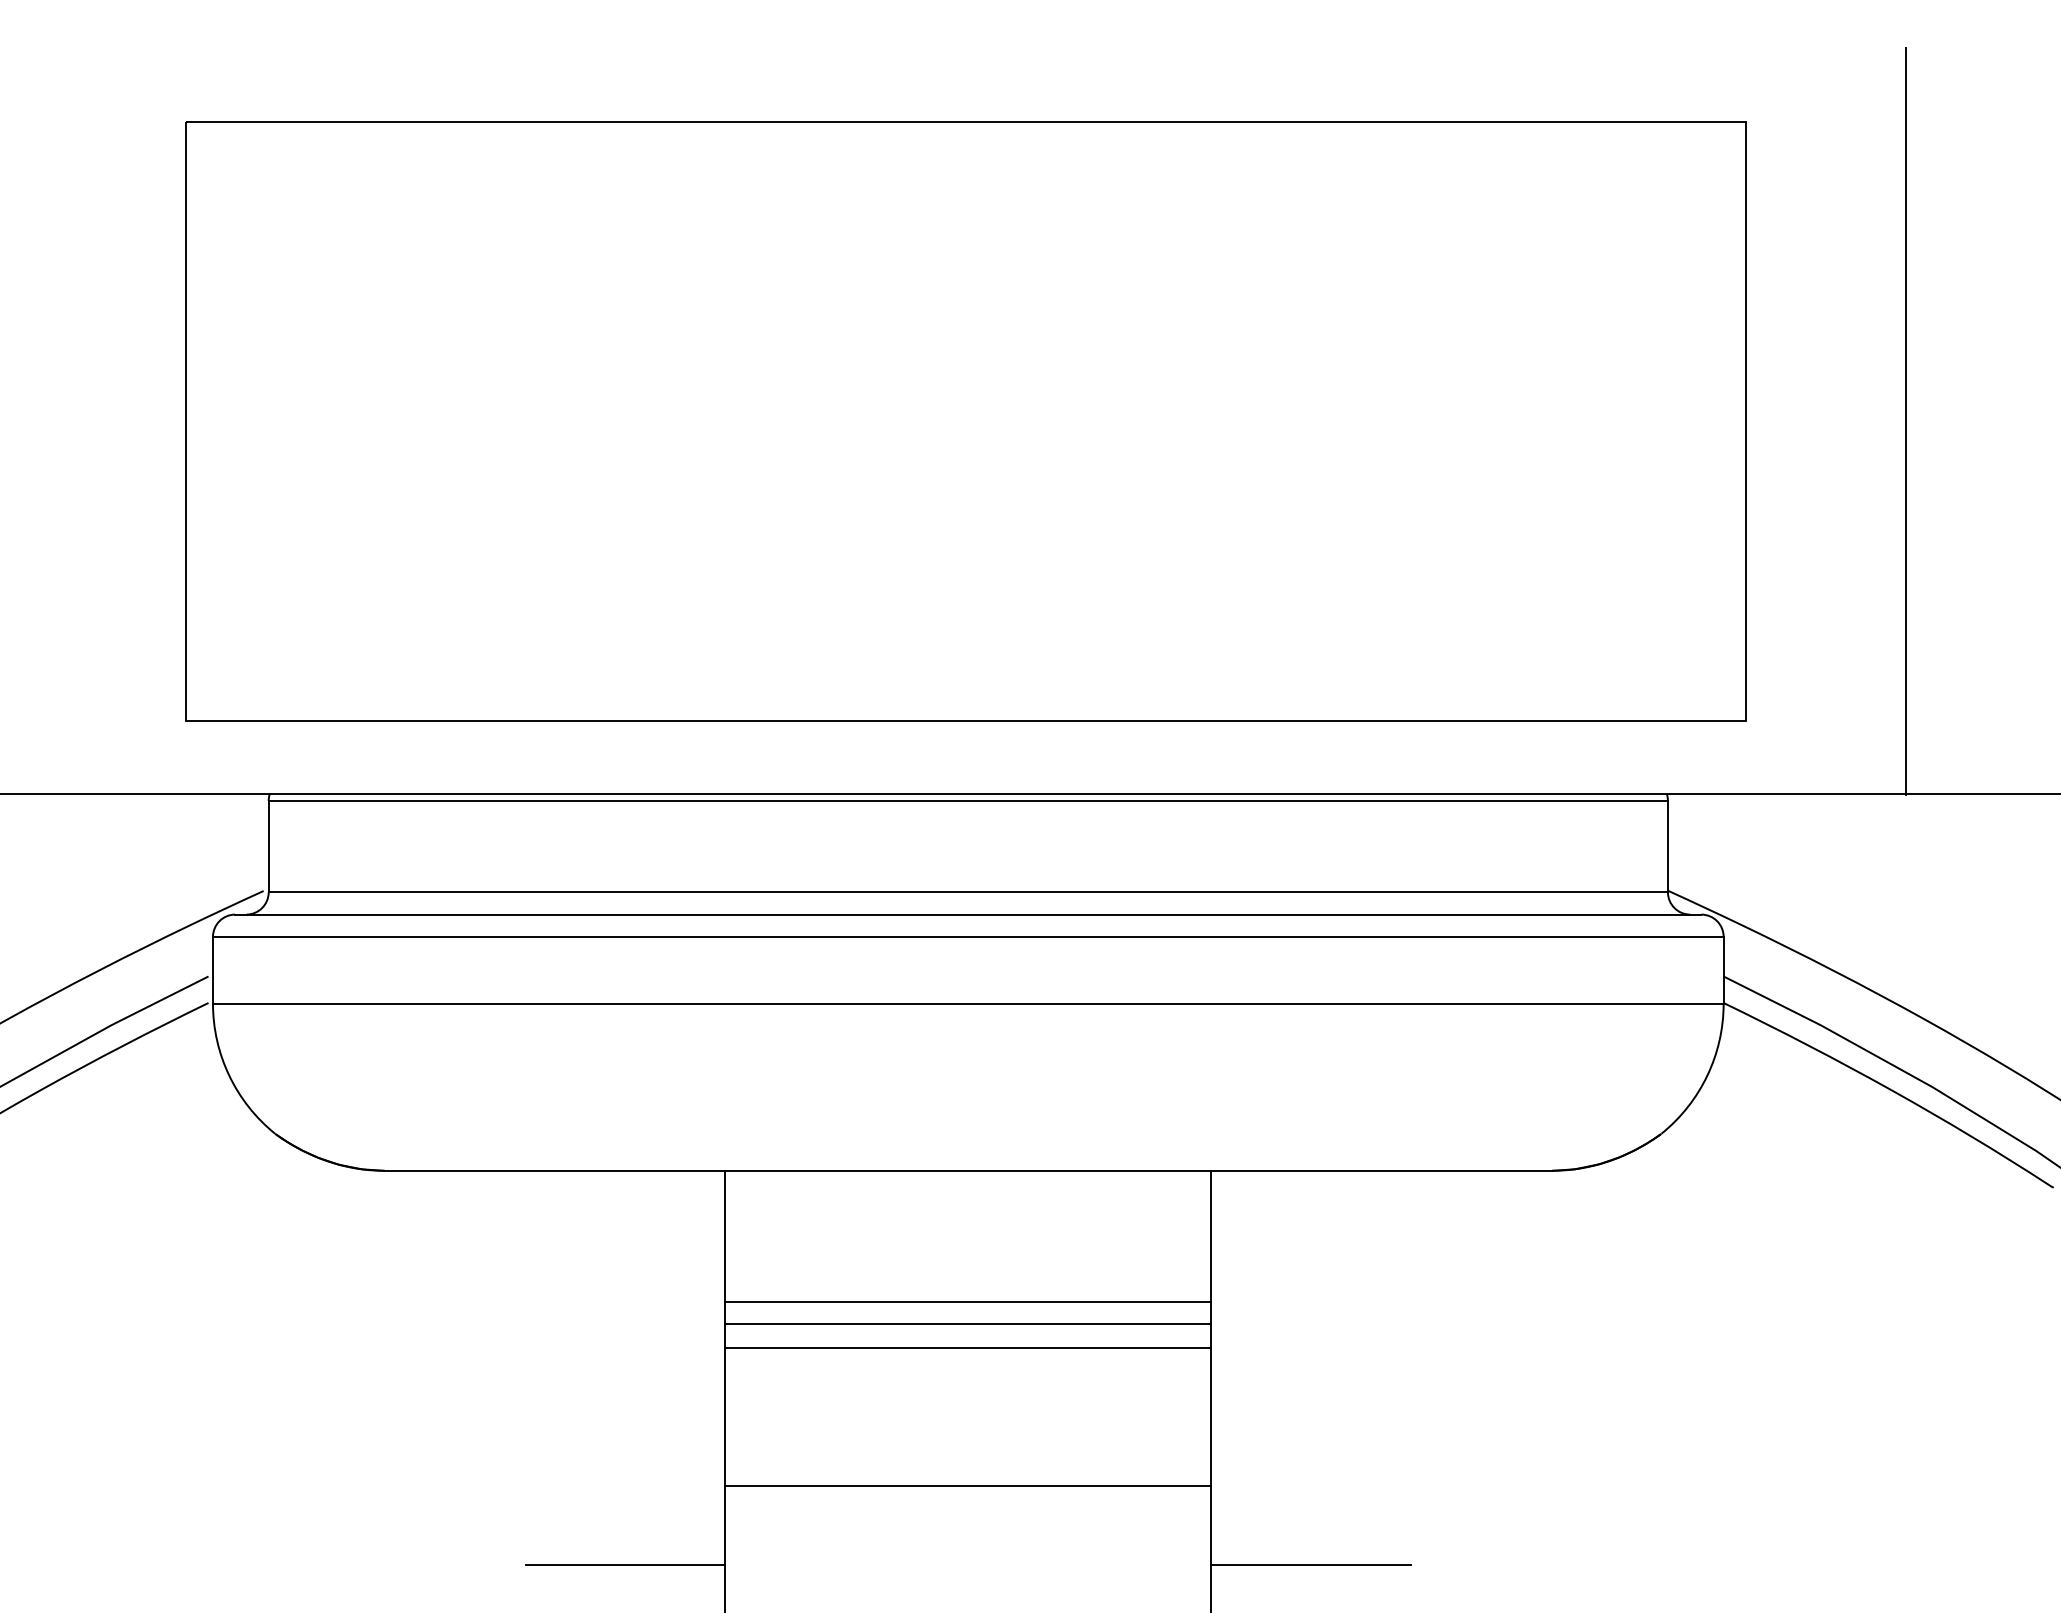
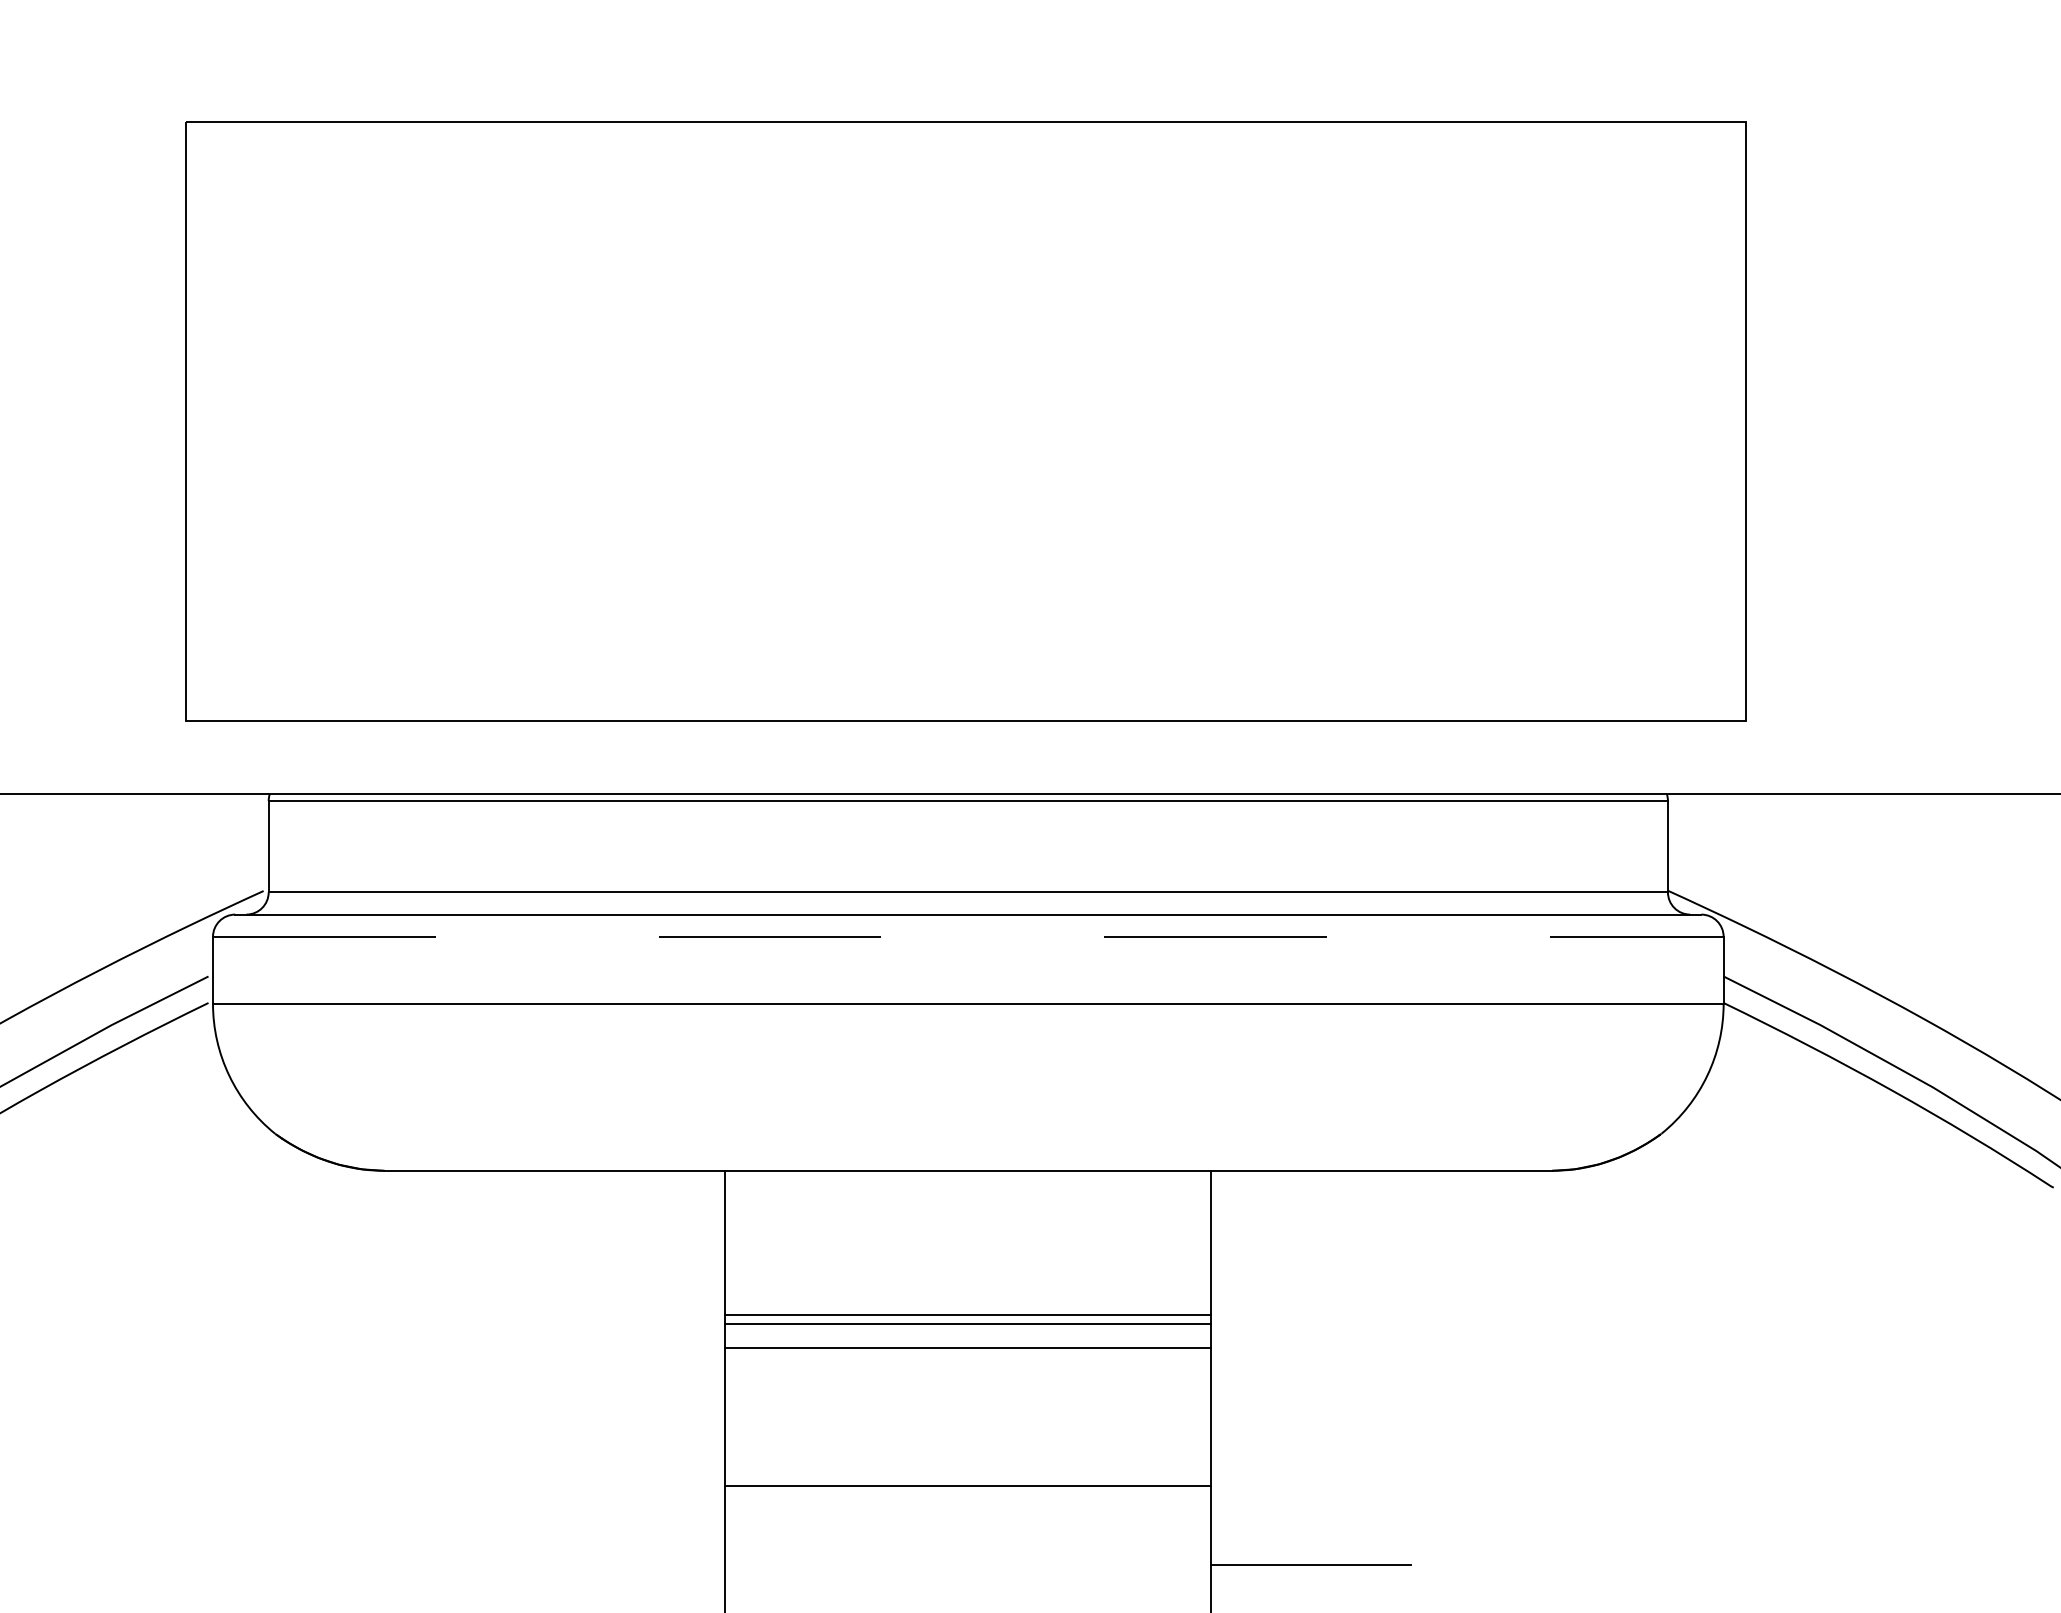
line at (1906, 421): present -> none
line at (968, 936): solid -> dashed
line at (968, 1302) position: (968, 1302) -> (968, 1315)
line at (625, 1564): present -> none
